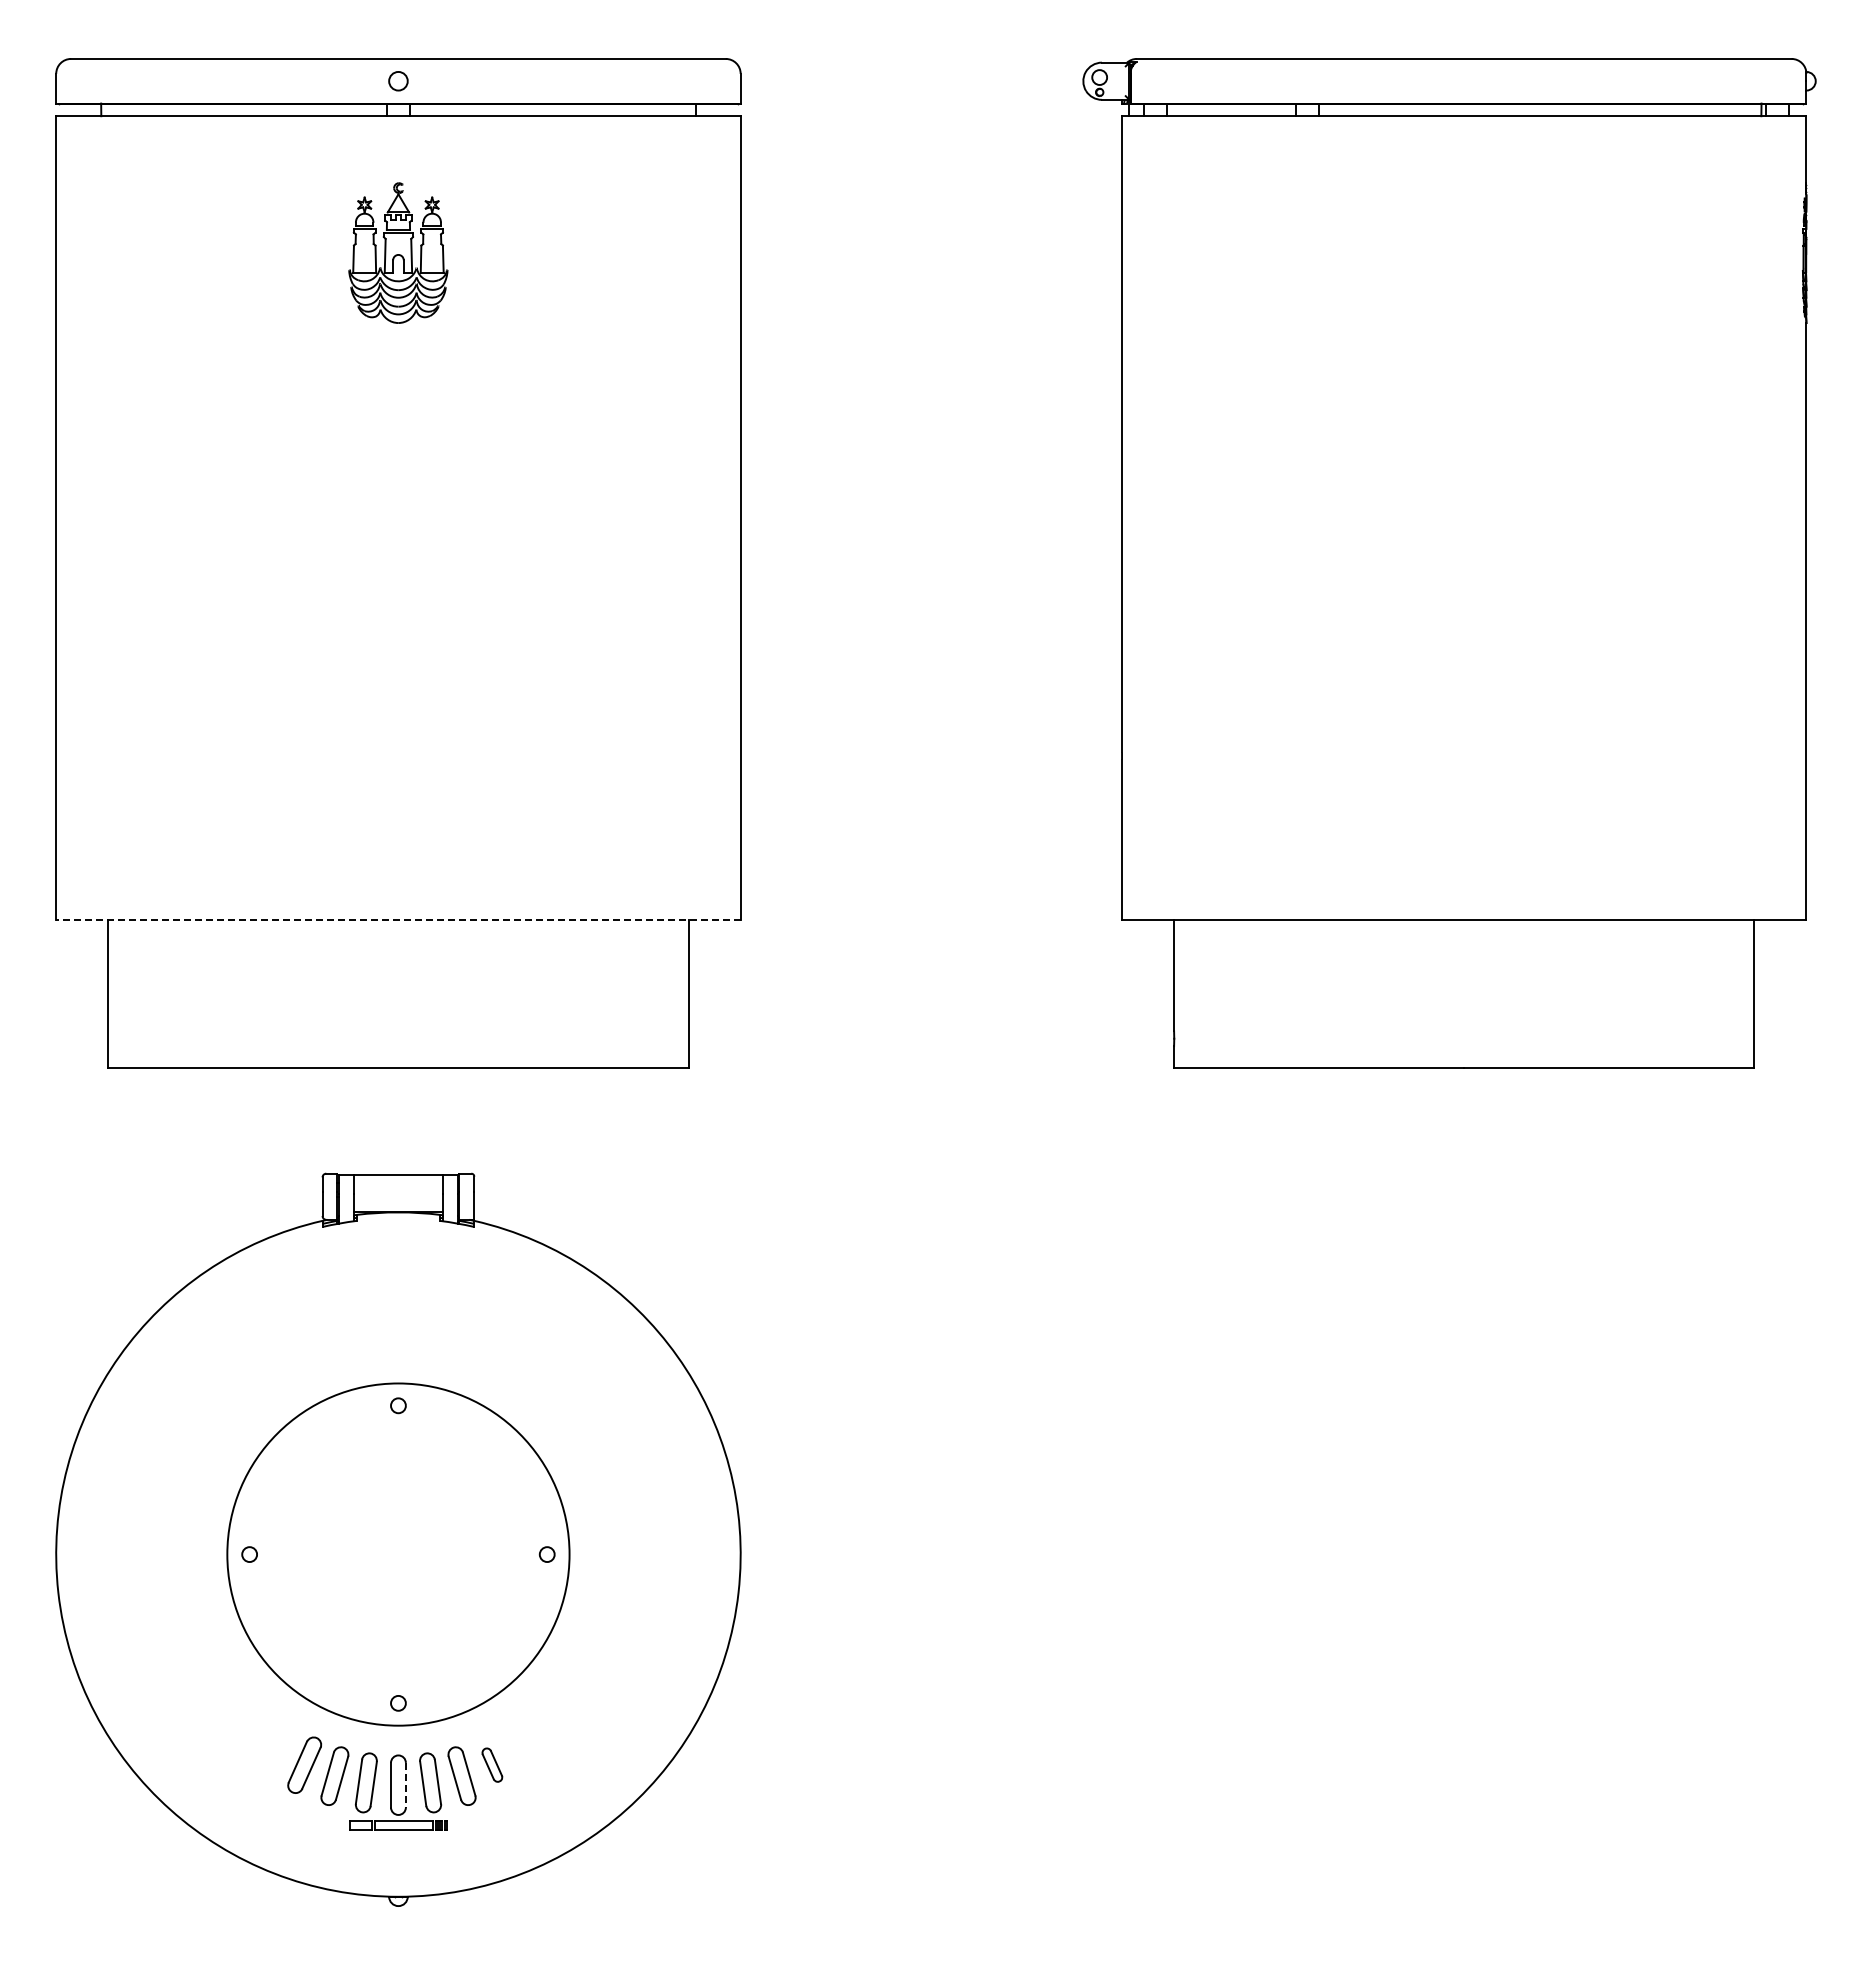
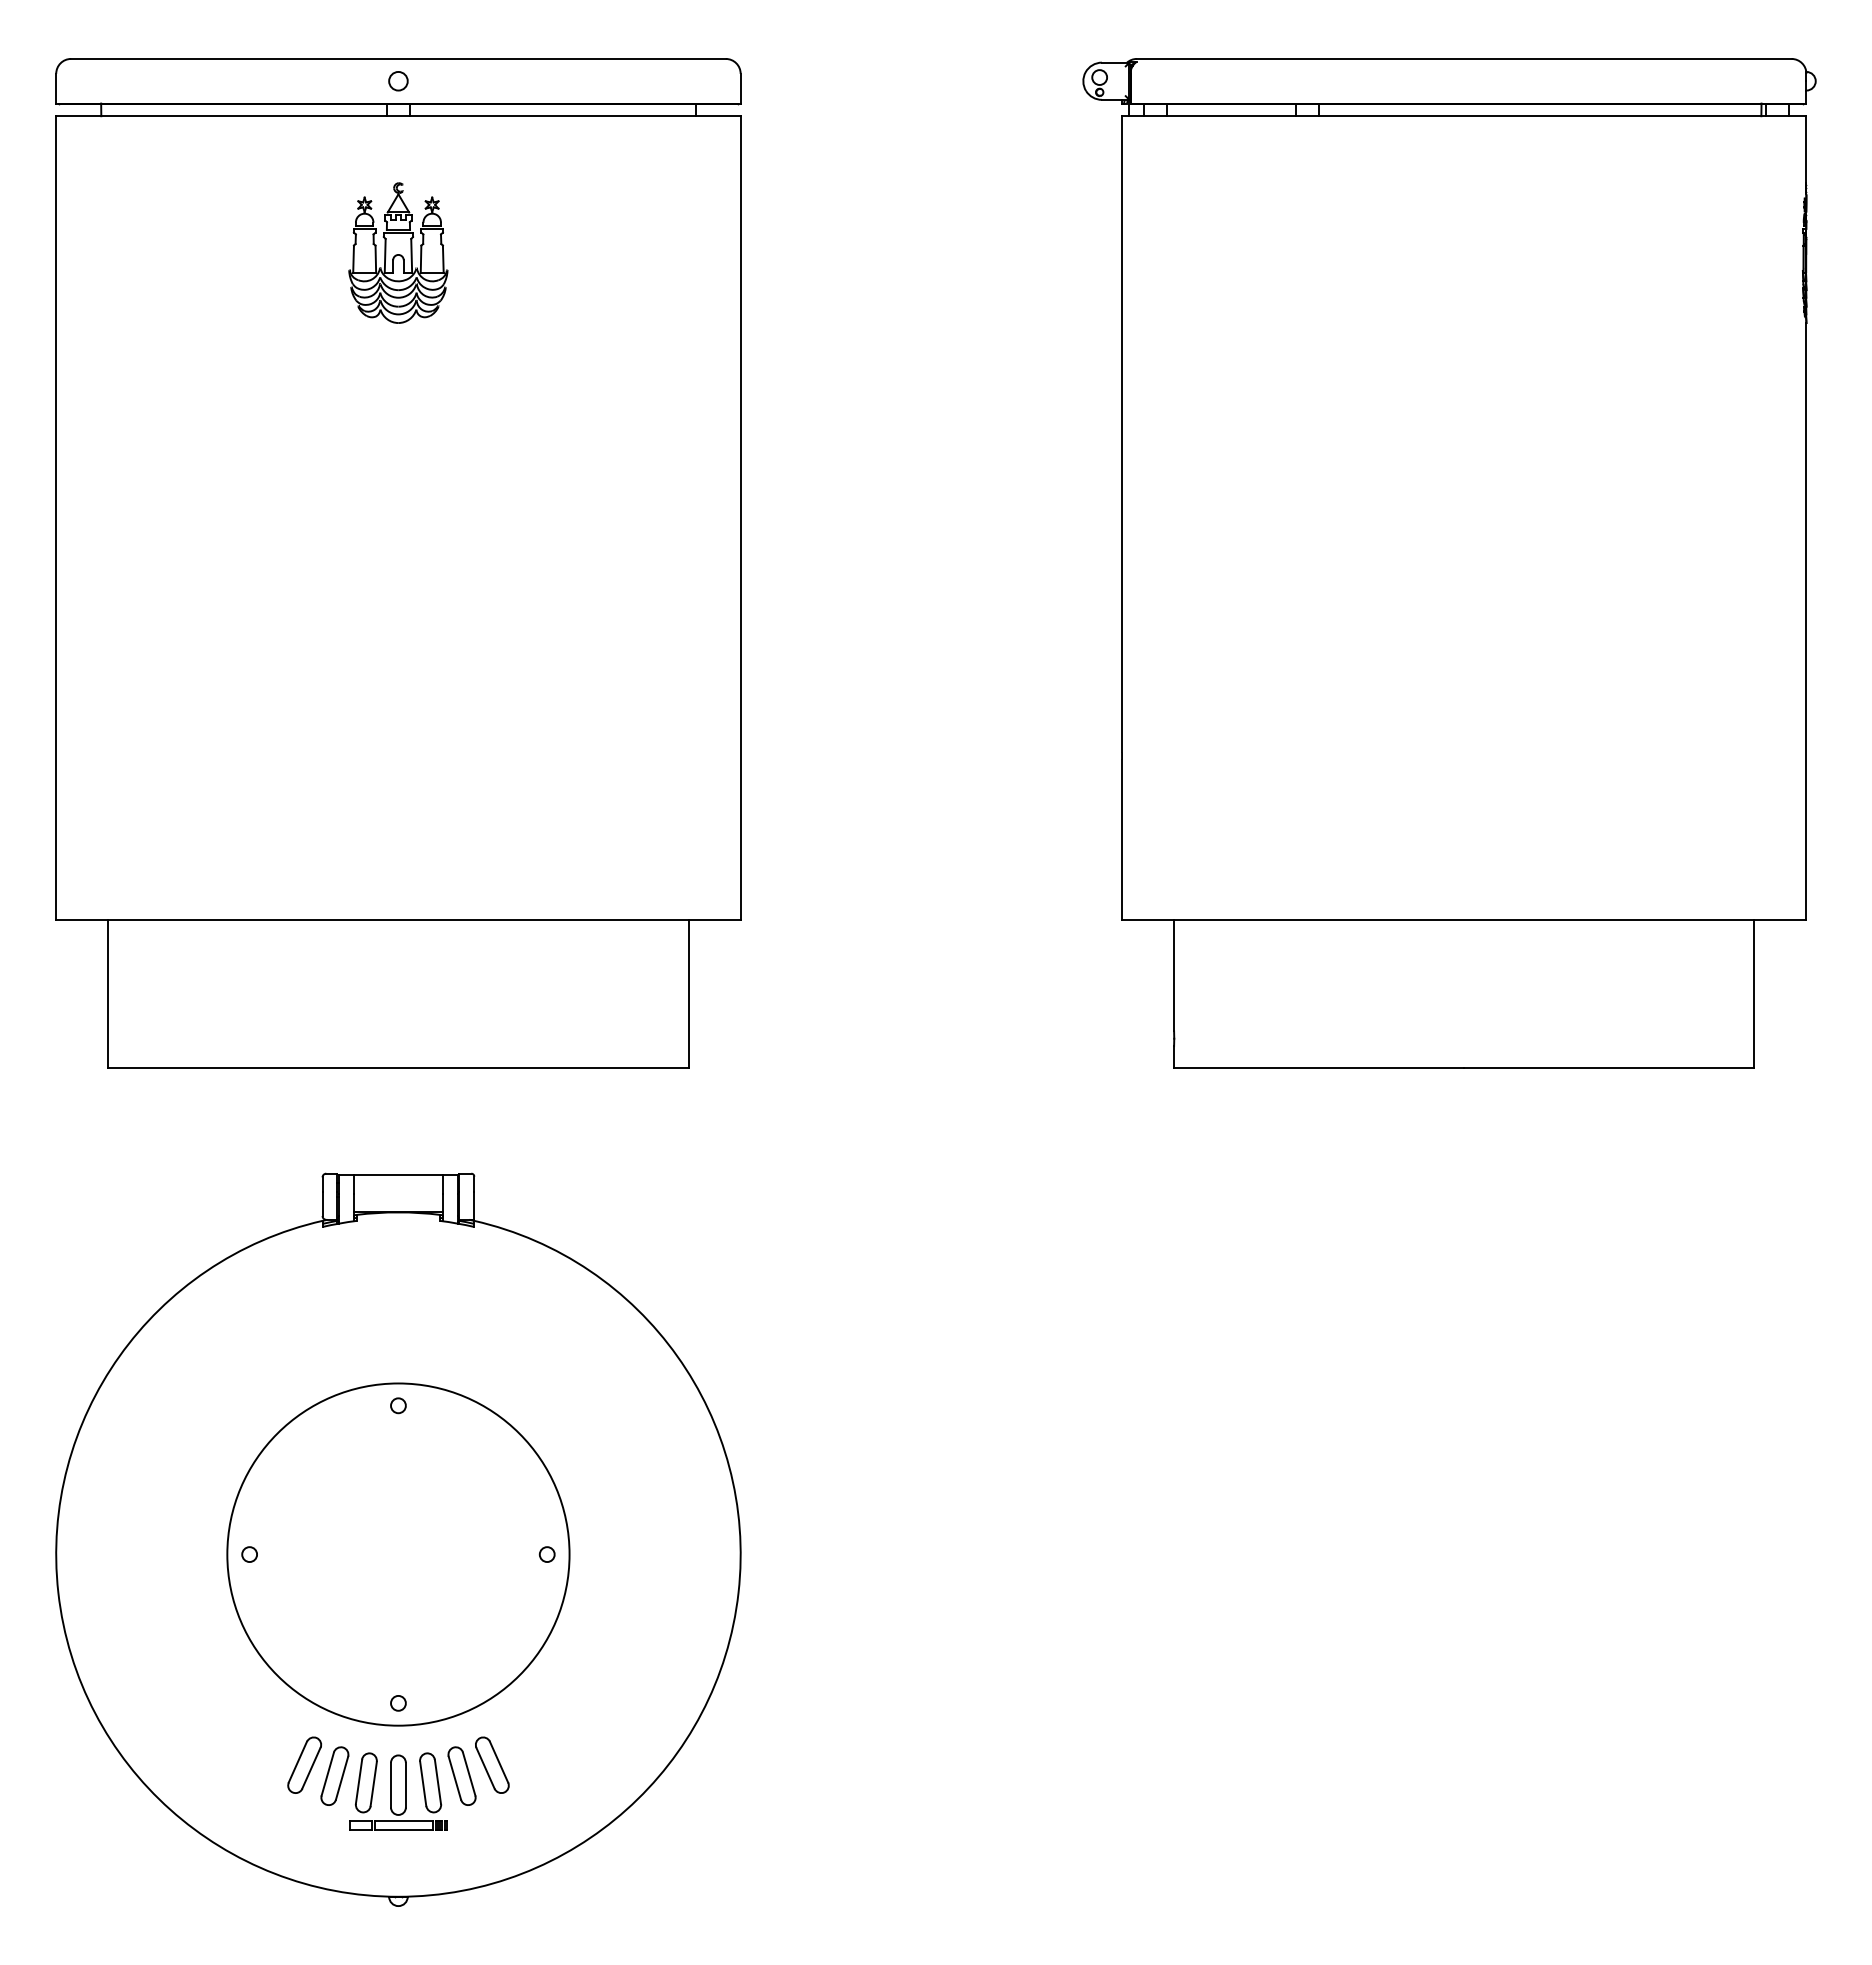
line at (397, 919): dashed -> solid
part at (492, 1764) size: 23x36 px -> 35x58 px
line at (405, 1785): dashed -> solid
